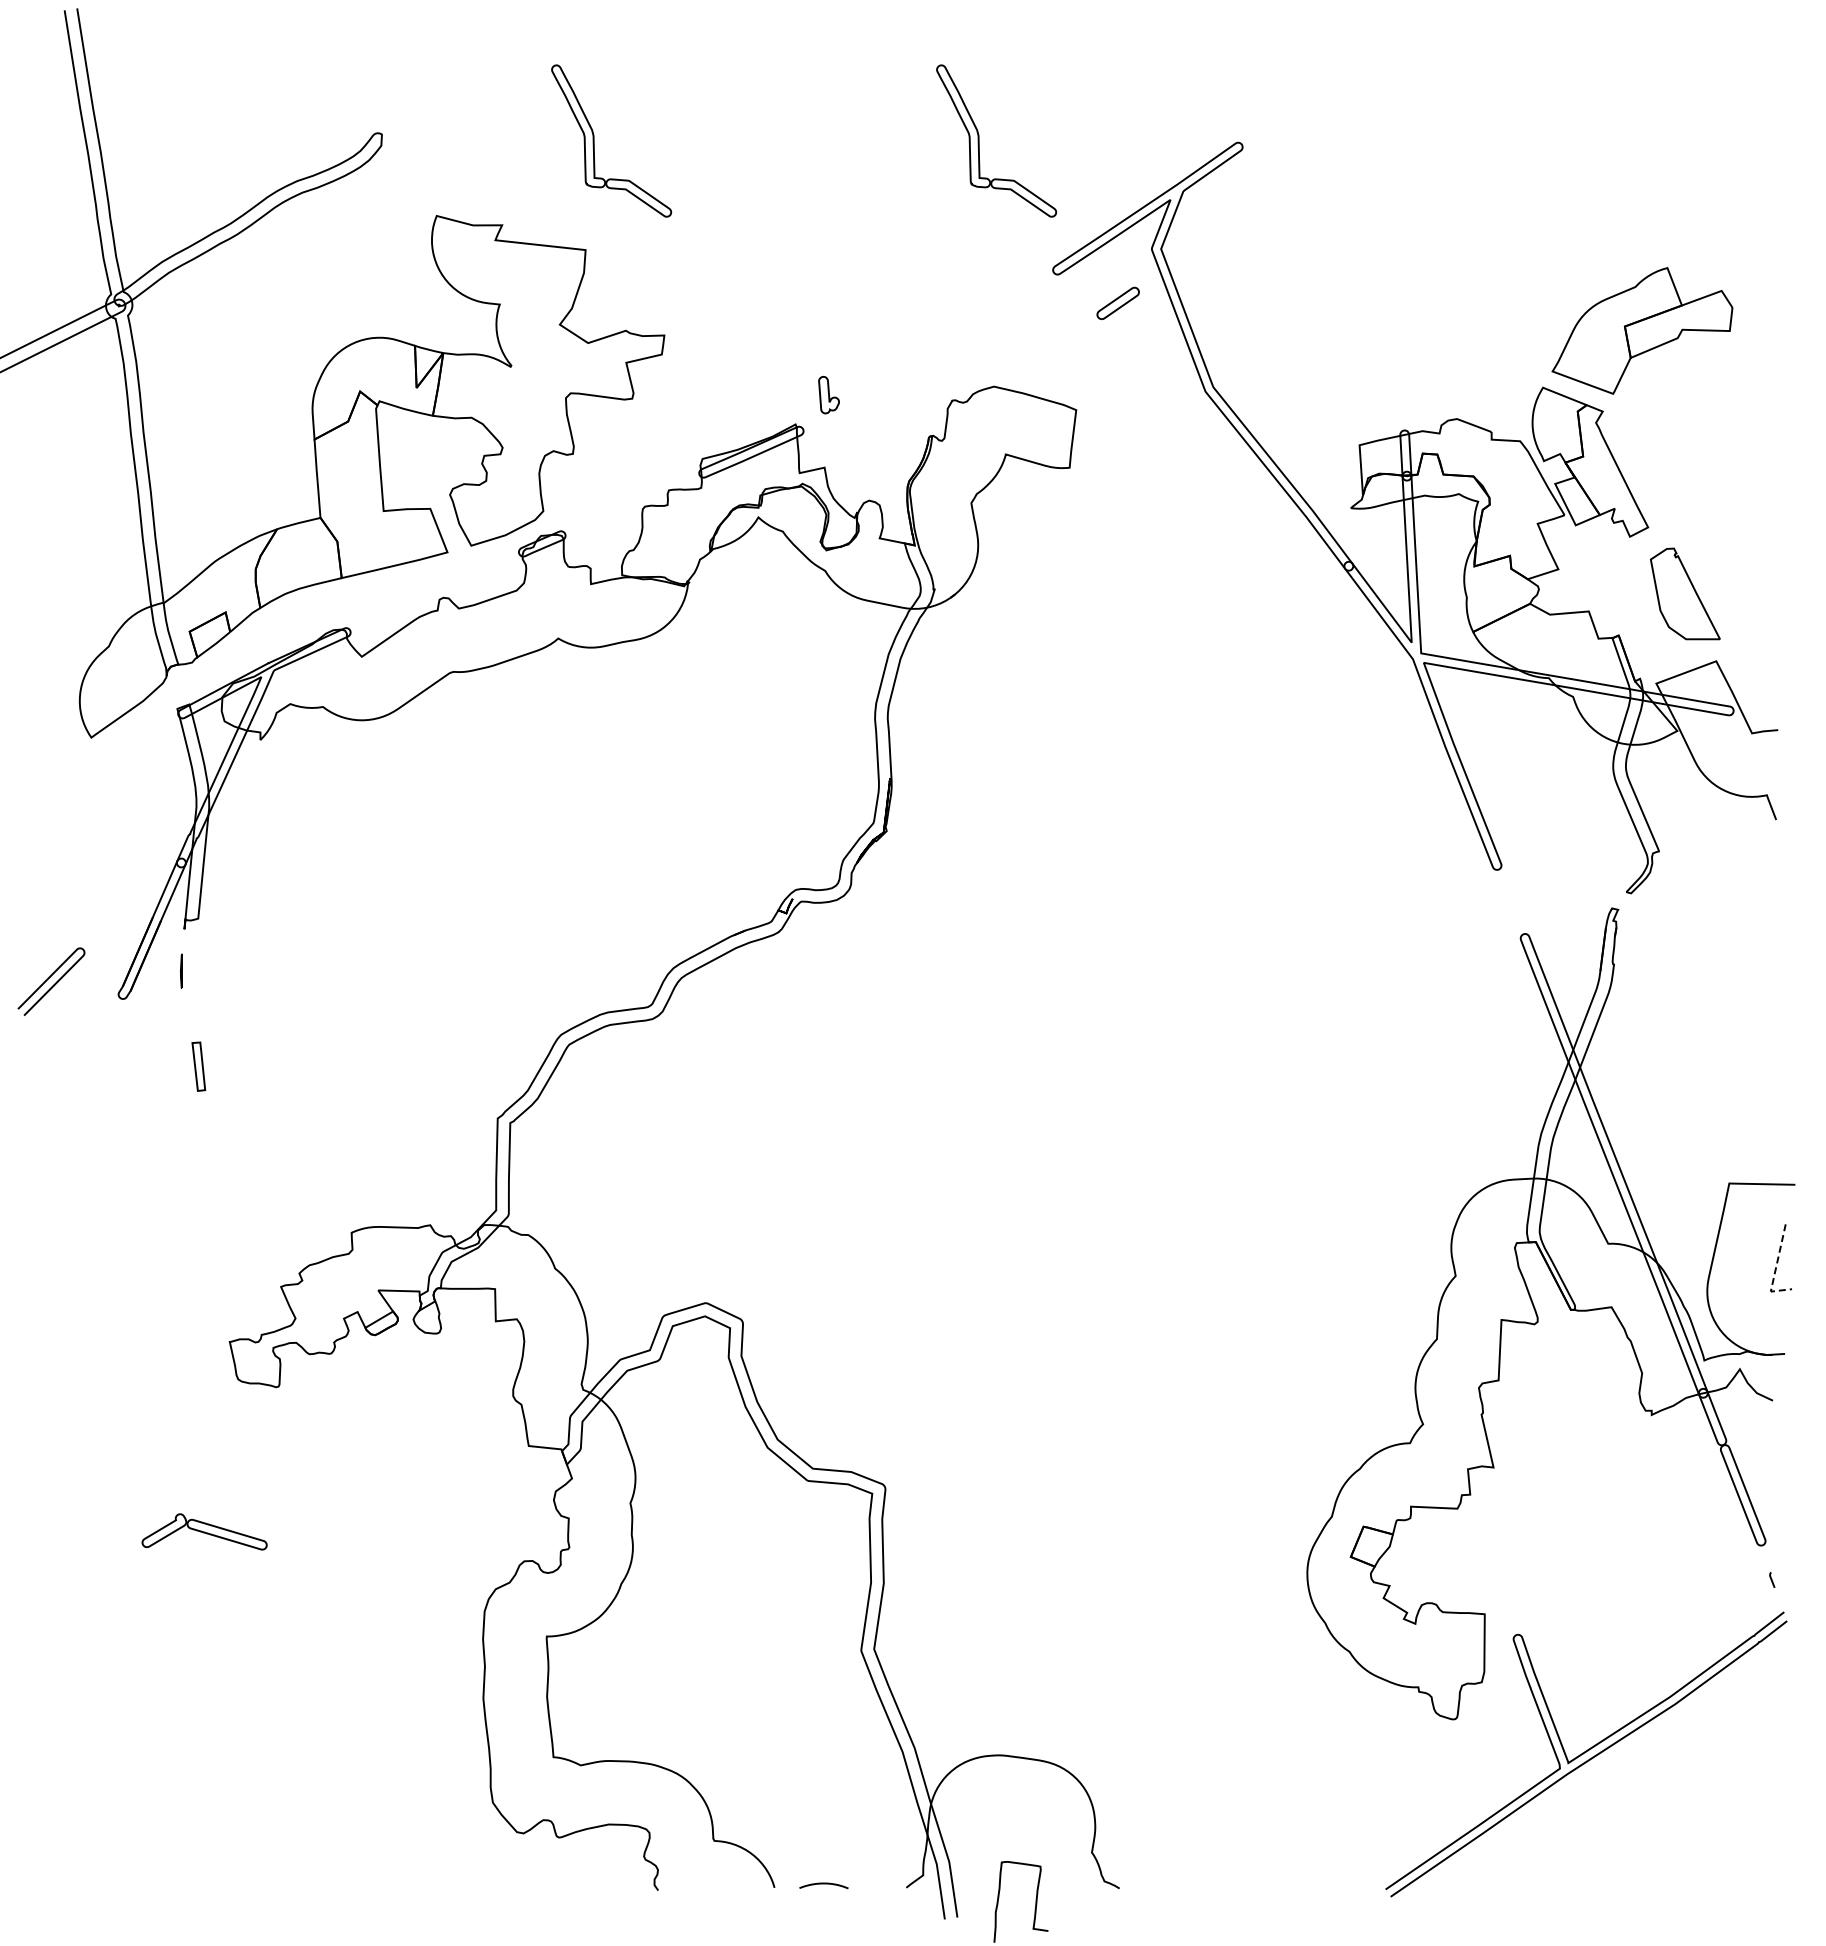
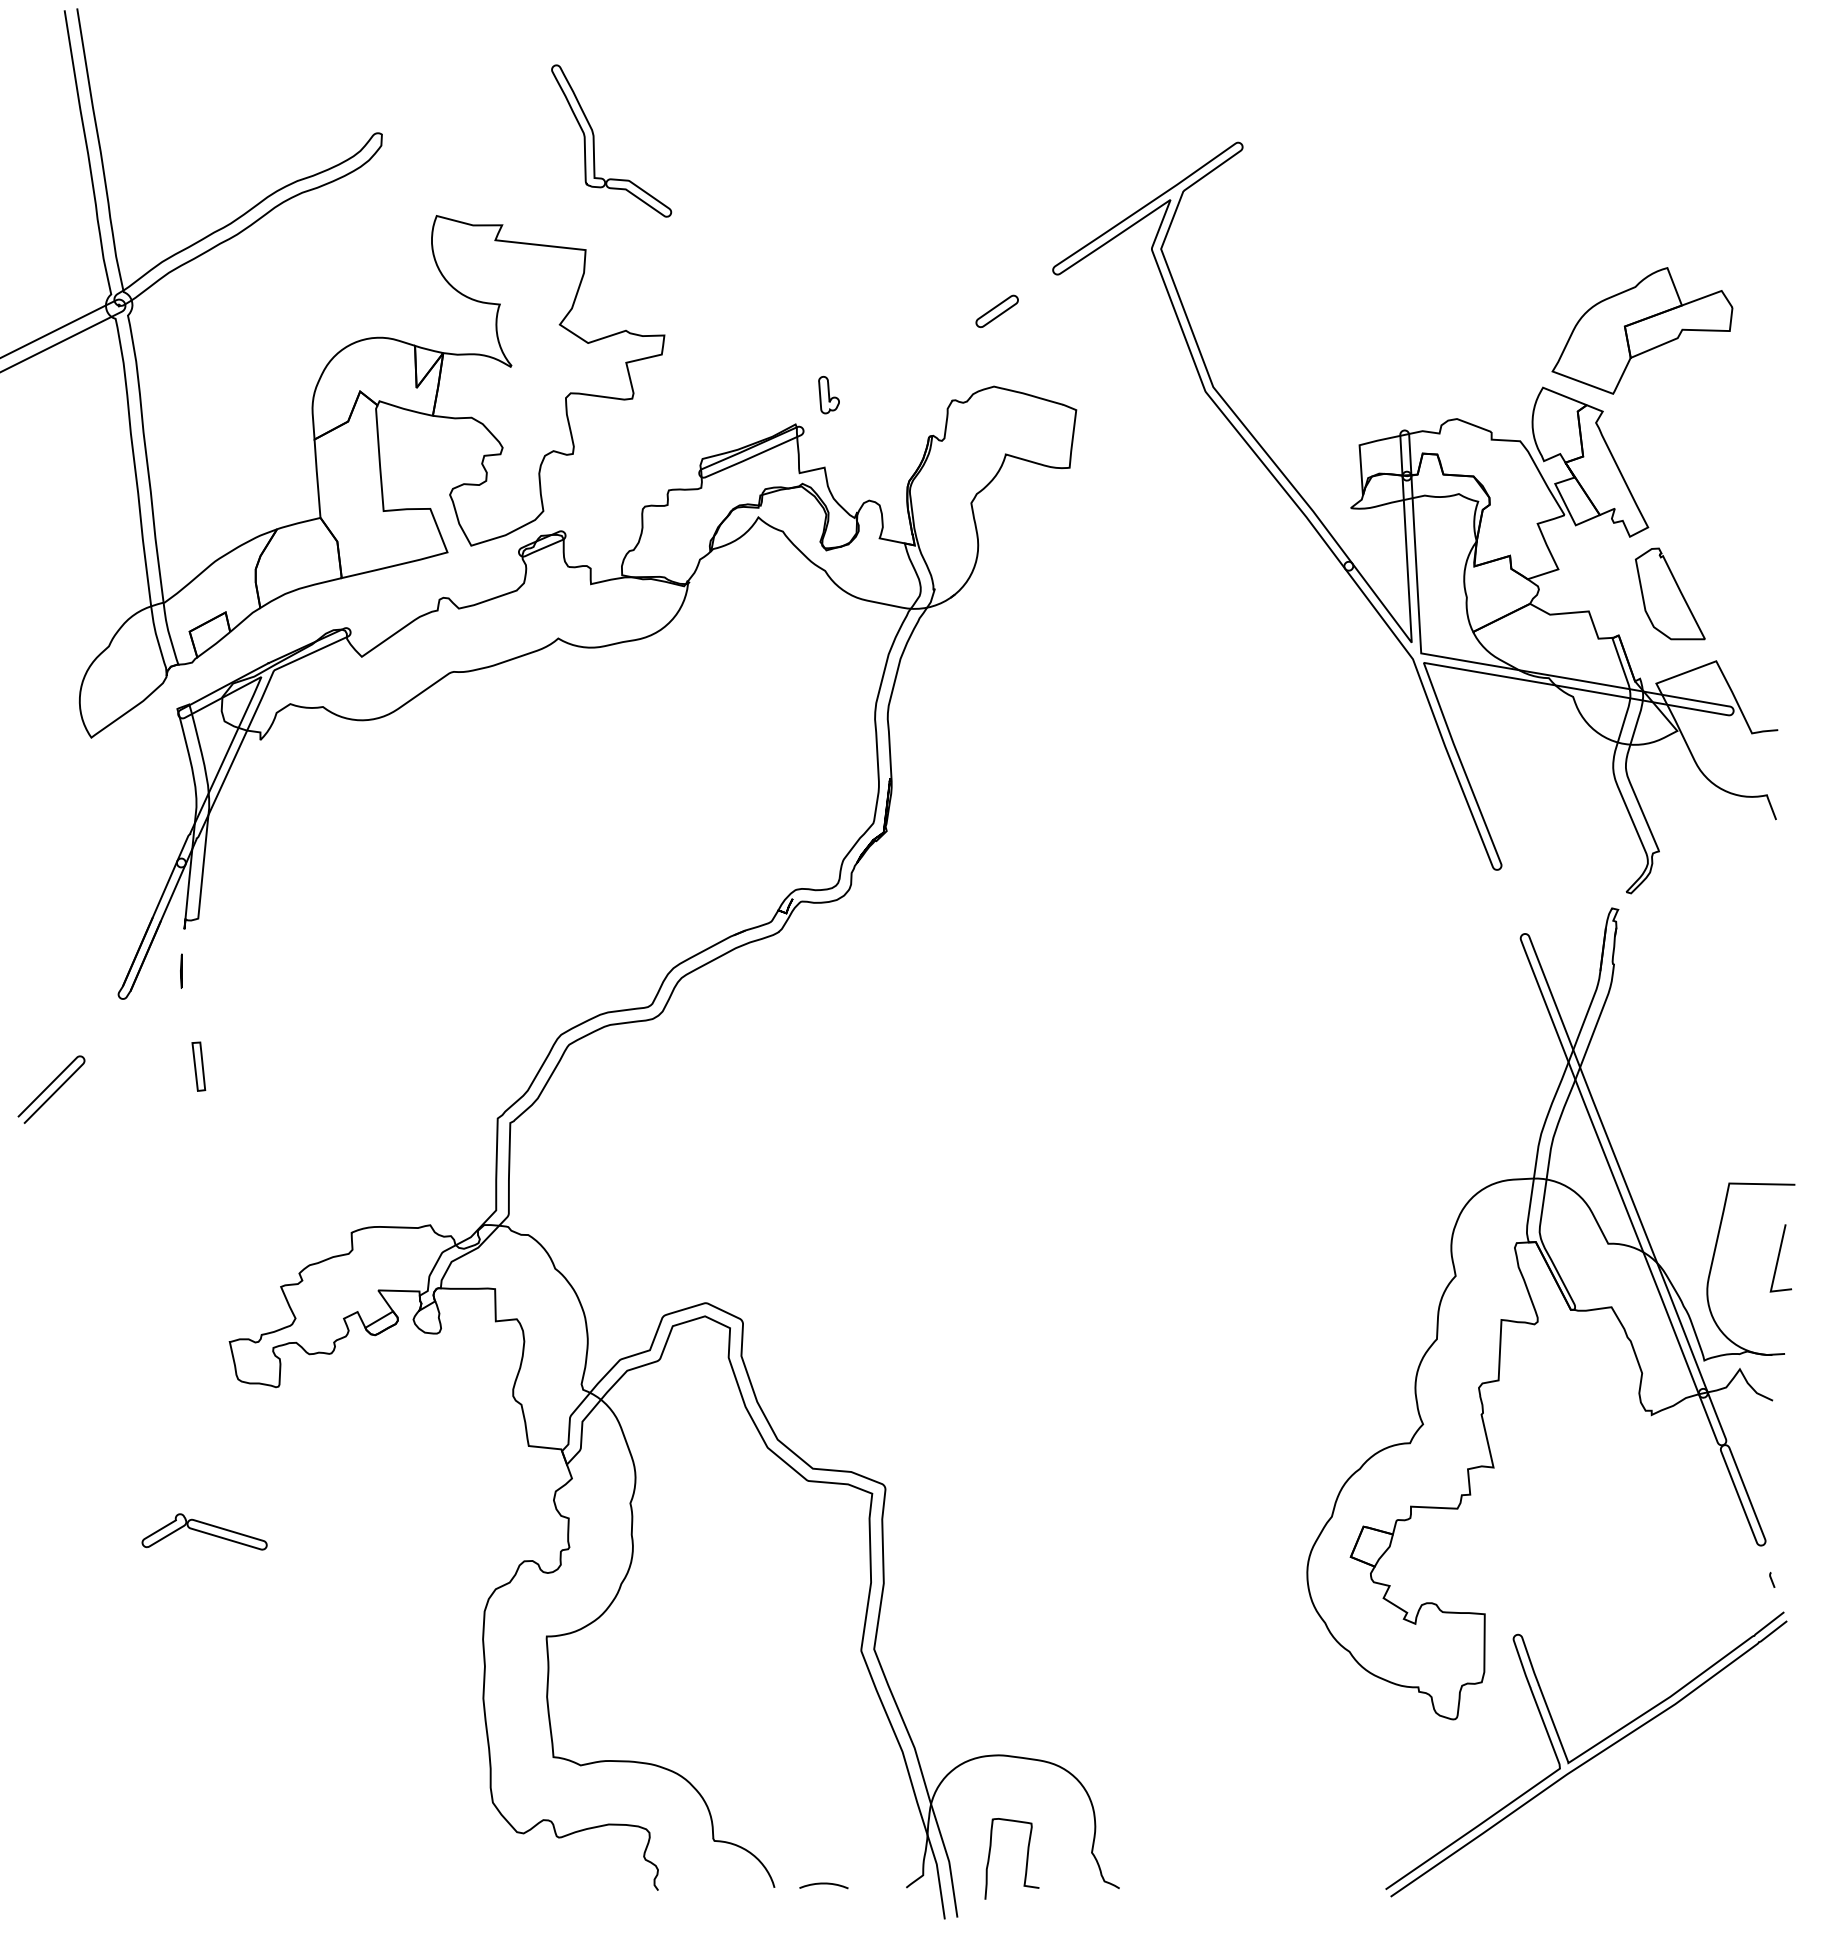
part at (979, 140): present -> none
part at (1117, 302) position: (1117, 302) -> (996, 310)
part at (1684, 593) position: (1684, 593) -> (1669, 593)
curve at (49, 978) position: (49, 978) -> (49, 1086)
line at (1775, 1269): dashed -> solid
curve at (1035, 1901) position: (1035, 1901) -> (1026, 1858)
